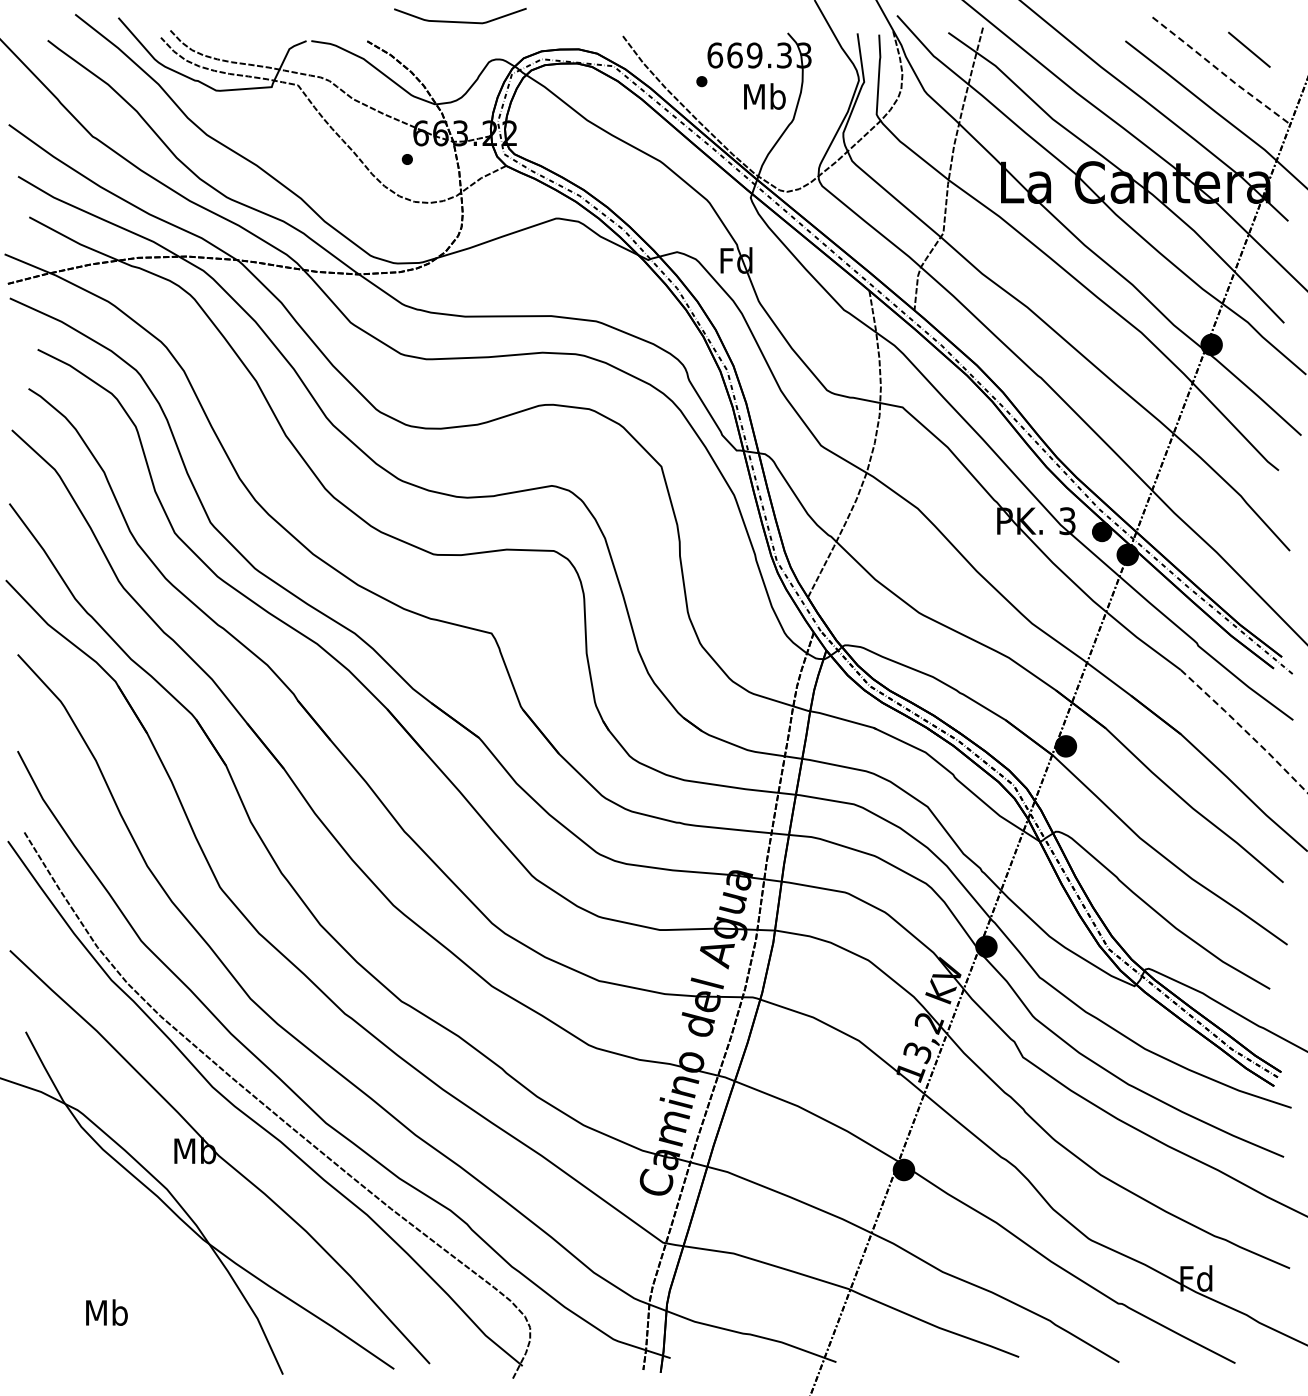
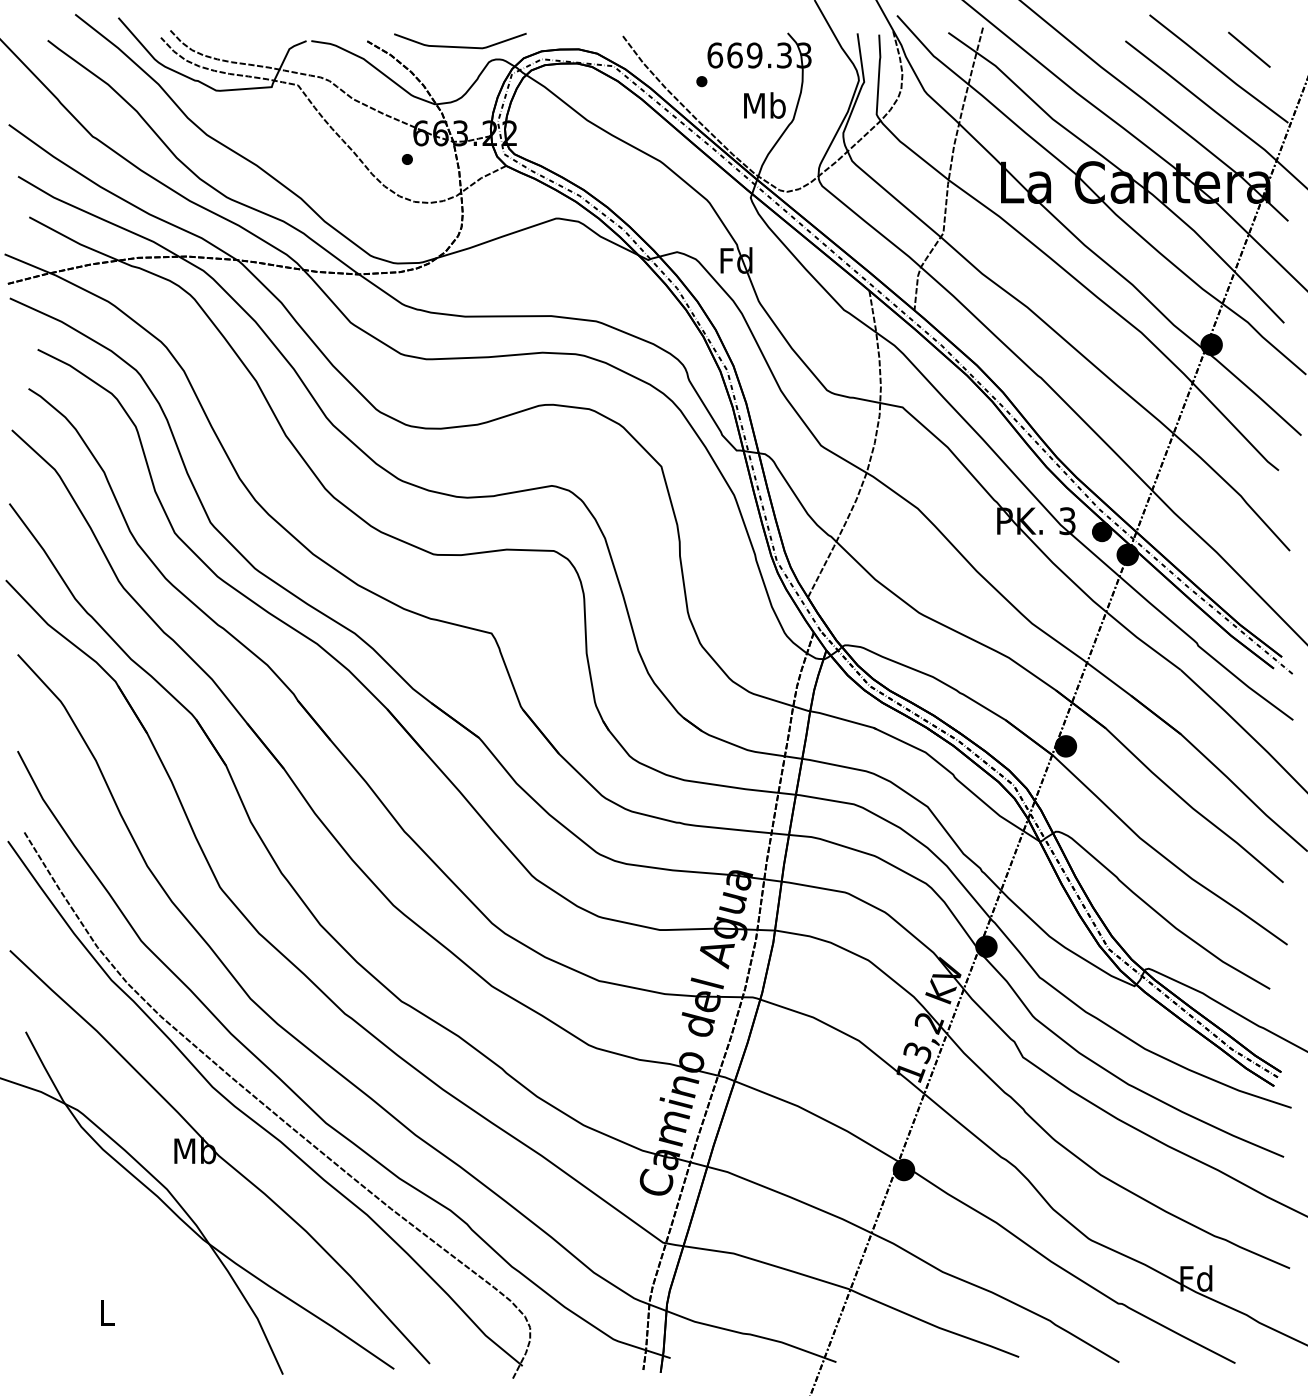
curve at (460, 21) position: (460, 21) -> (460, 46)
line at (1218, 69): dashed -> solid
text at (764, 96) position: (764, 96) -> (764, 105)
line at (1245, 730): dashed -> solid
text at (106, 1312): Mb -> L
